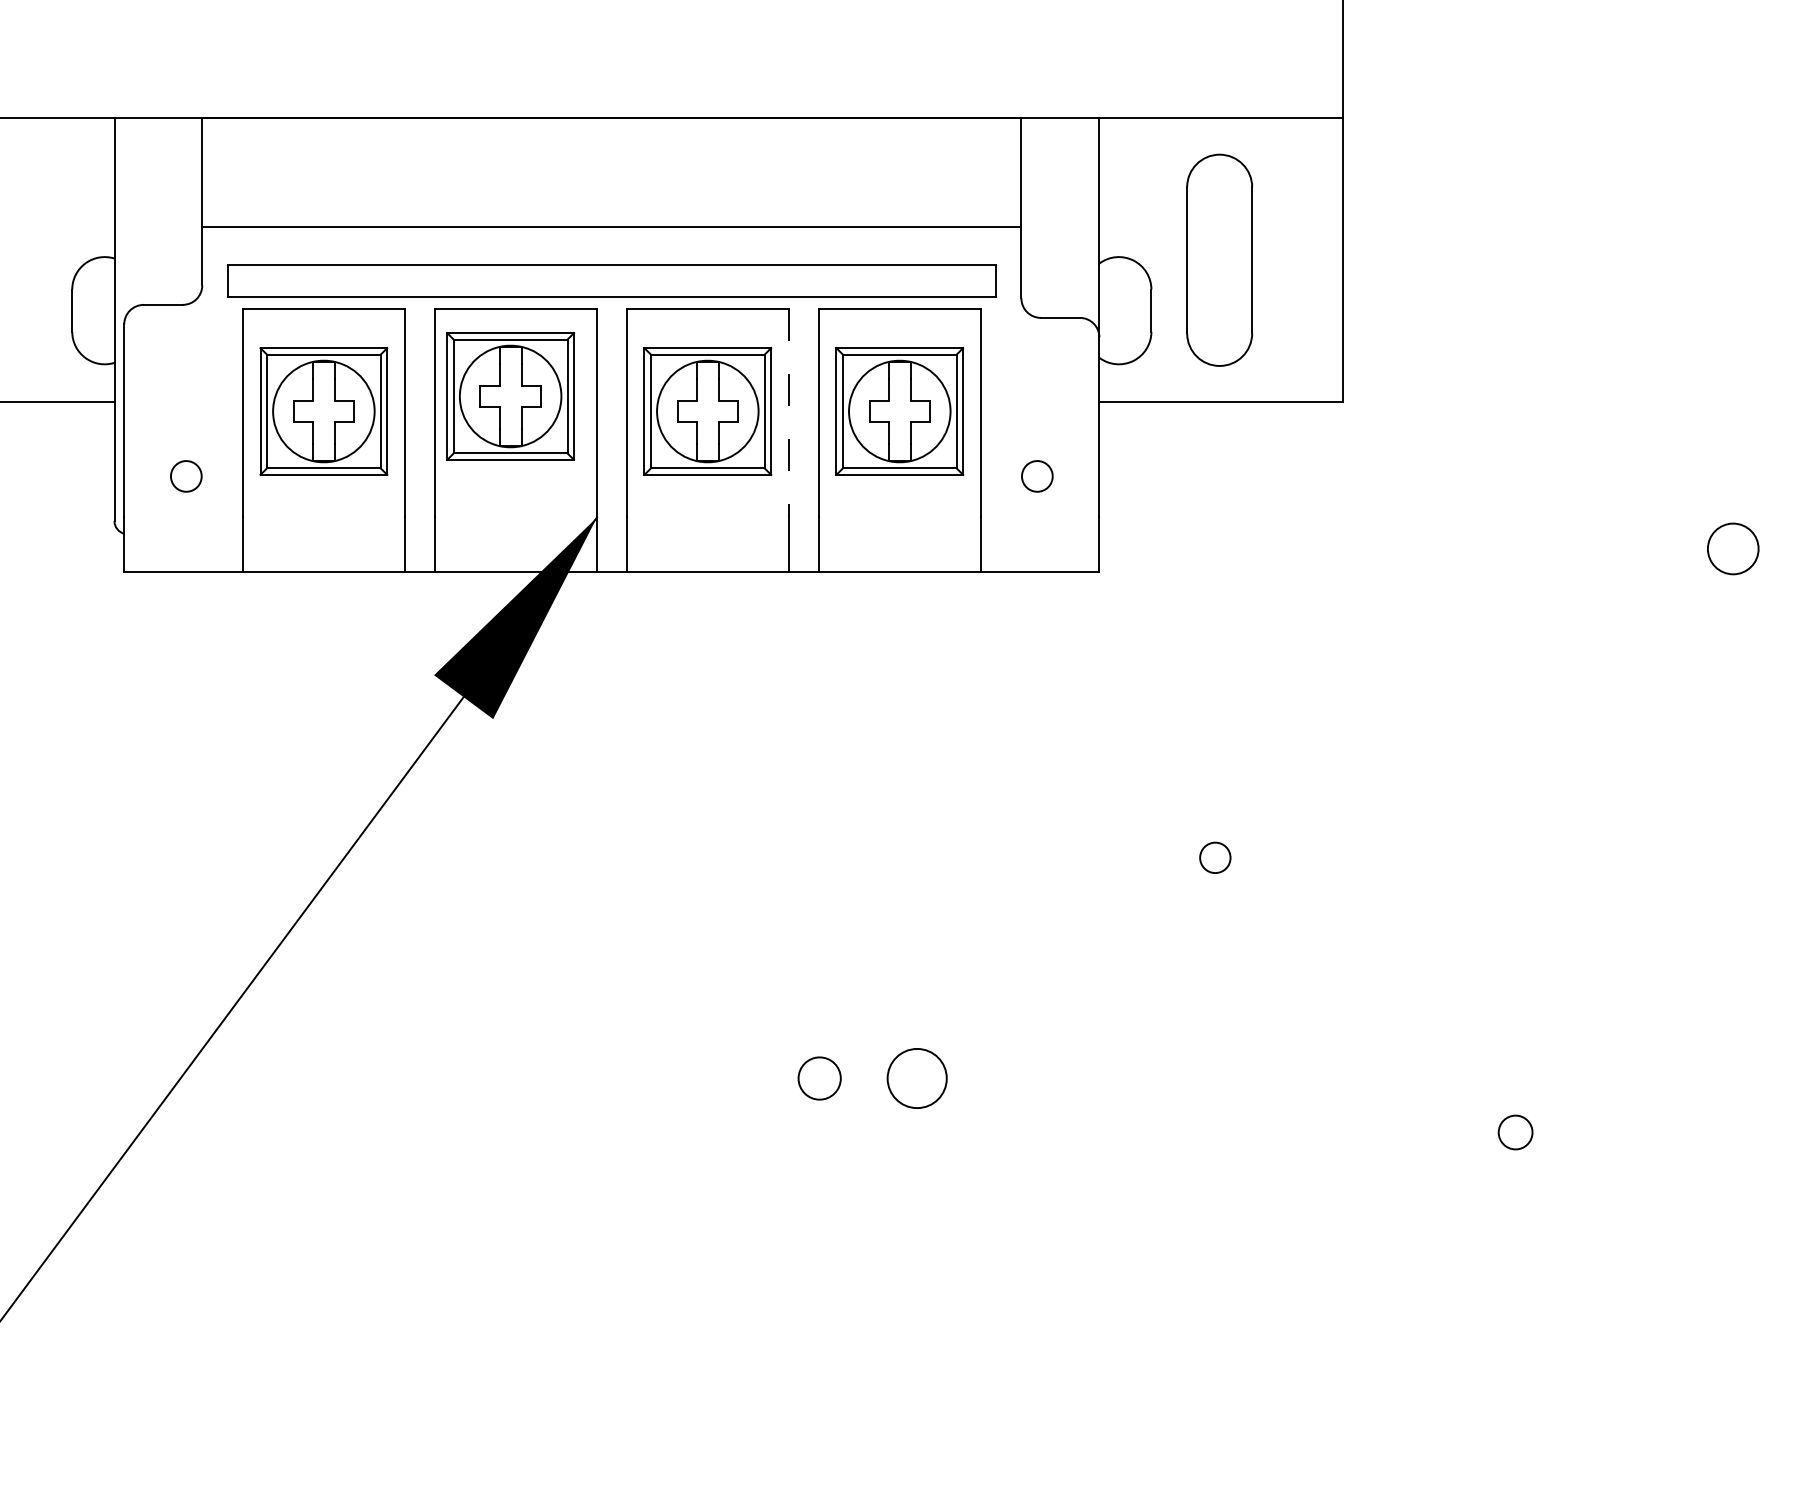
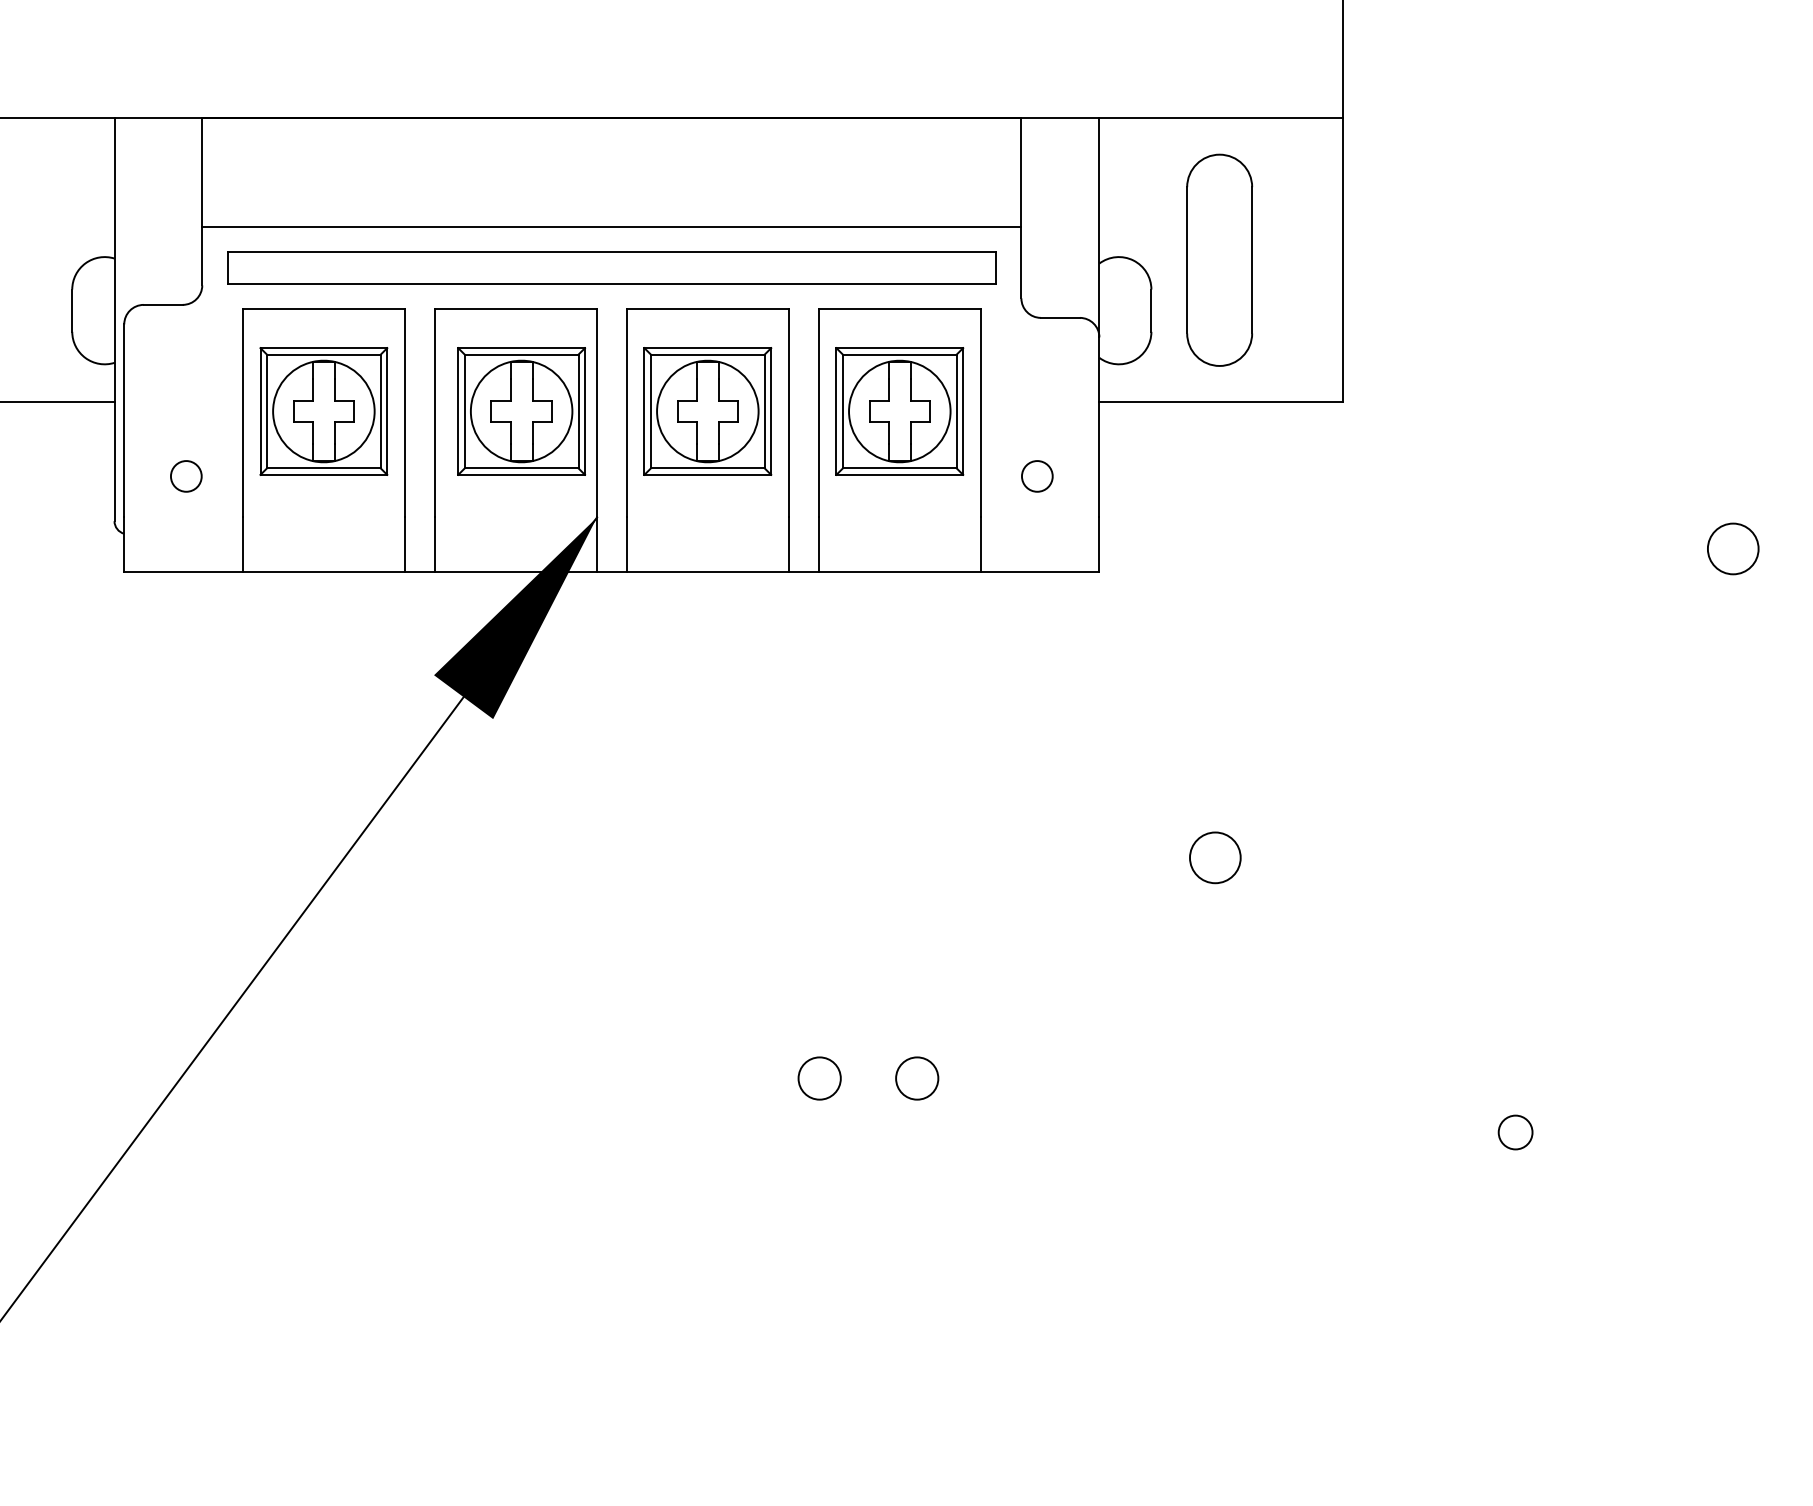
part at (611, 280) position: (611, 280) -> (611, 267)
part at (510, 396) position: (510, 396) -> (521, 411)
line at (789, 413): dashed -> solid
circle at (1215, 857) diameter: 30 px -> 51 px
circle at (916, 1078) diameter: 59 px -> 42 px
